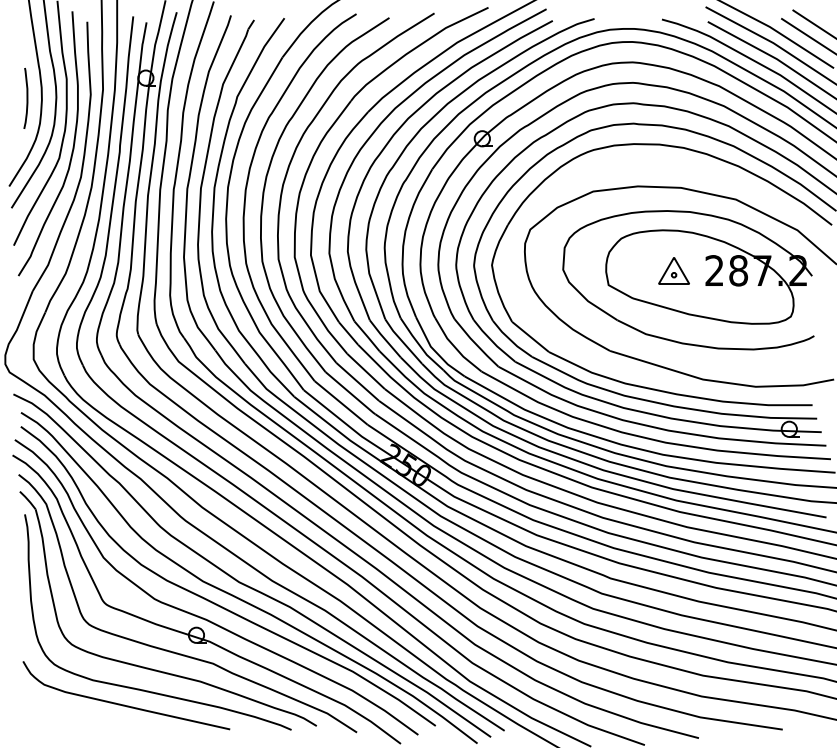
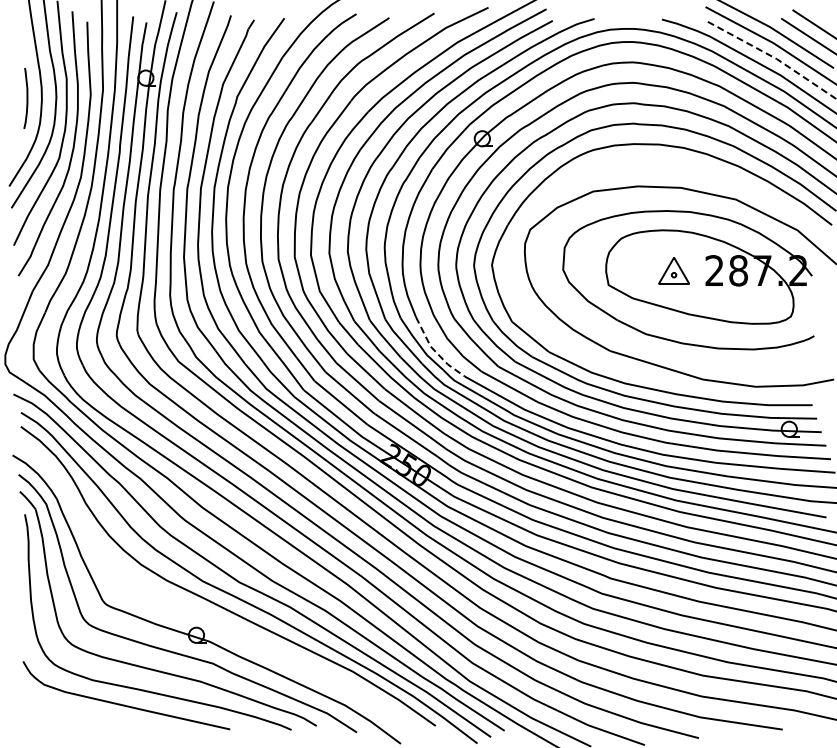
line at (774, 57): solid -> dashed
line at (435, 351): solid -> dashed
curve at (206, 618): present -> none
